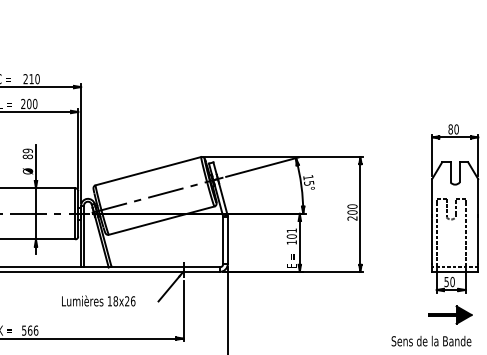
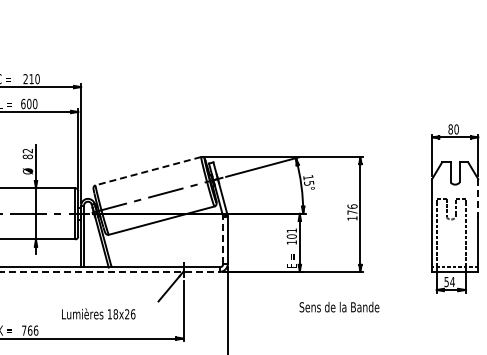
text at (23, 104): 200 -> 600
text at (27, 150): 89 -> 82
line at (148, 171): solid -> dashed
line at (478, 197): solid -> dashed
text at (352, 212): 200 -> 176
line at (223, 240): solid -> dashed
line at (110, 271): solid -> dashed
text at (452, 281): 50 -> 54
text at (98, 300) position: (98, 300) -> (98, 313)
part at (450, 314): present -> none
text at (24, 330): 566 -> 766
text at (431, 340) position: (431, 340) -> (339, 306)
